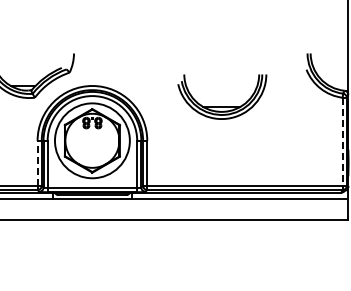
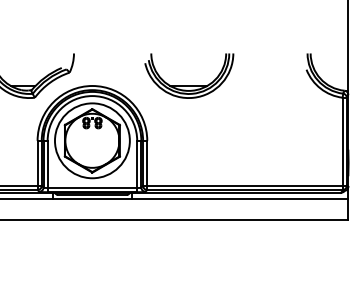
part at (222, 106) position: (222, 106) -> (189, 85)
line at (342, 142): dashed -> solid
line at (37, 163): dashed -> solid
